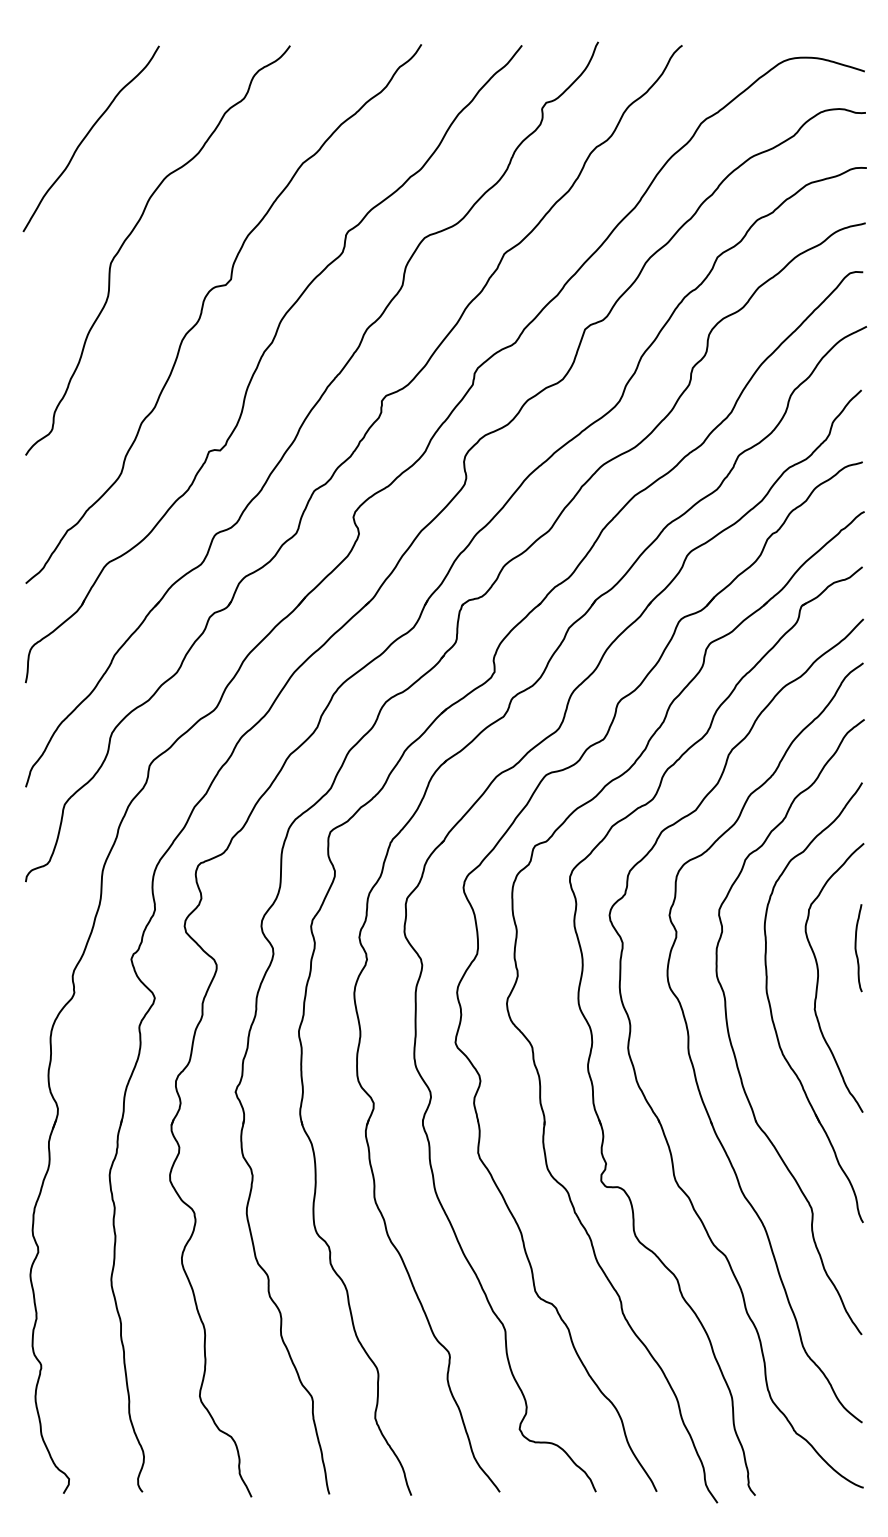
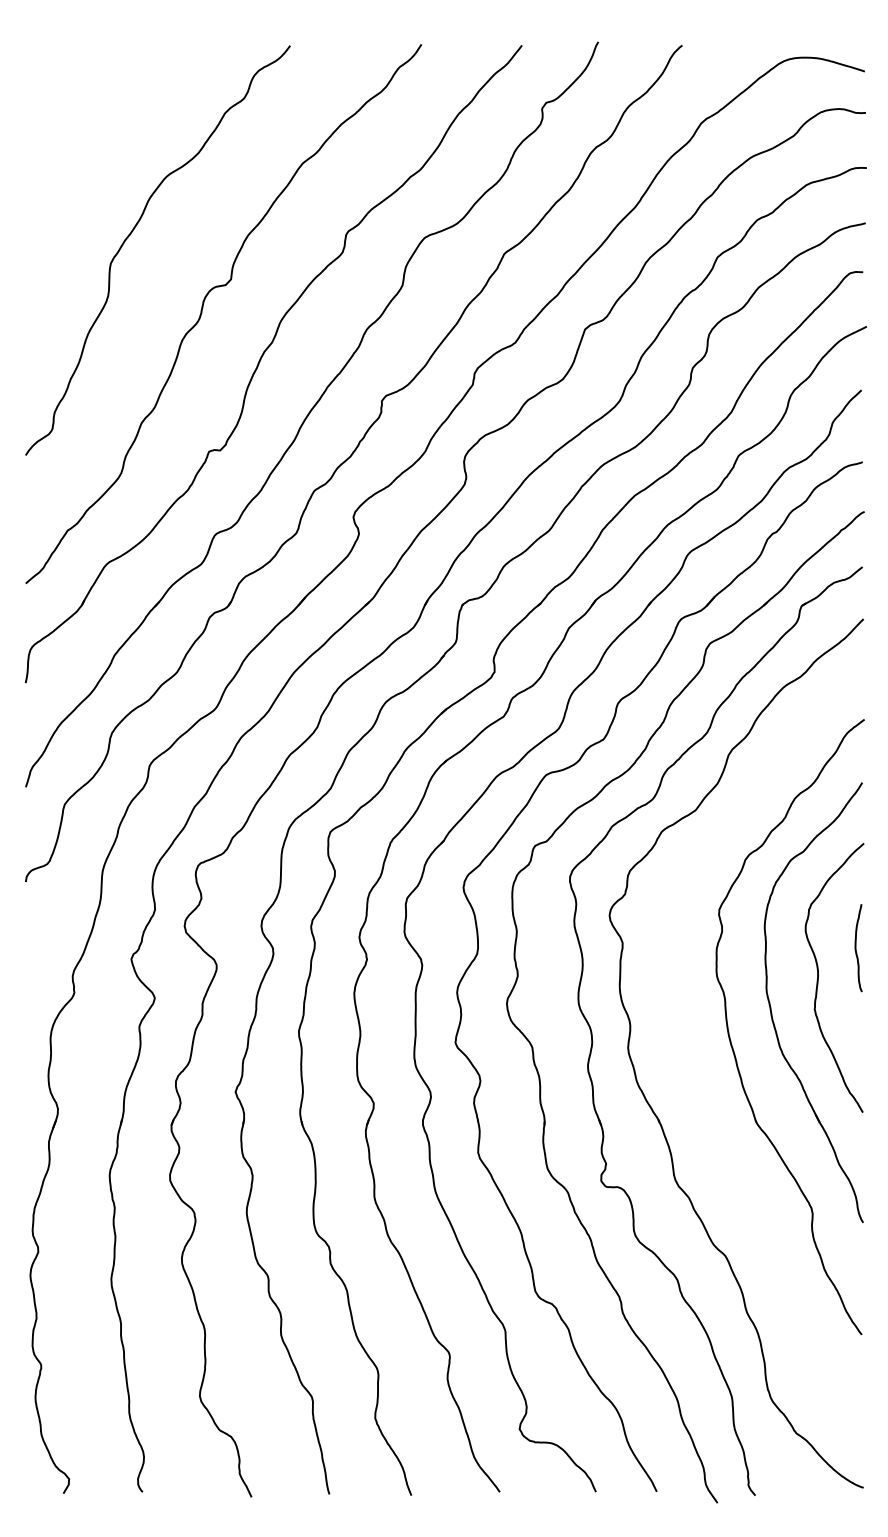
curve at (86, 137): present -> none
part at (693, 1064): present -> none
